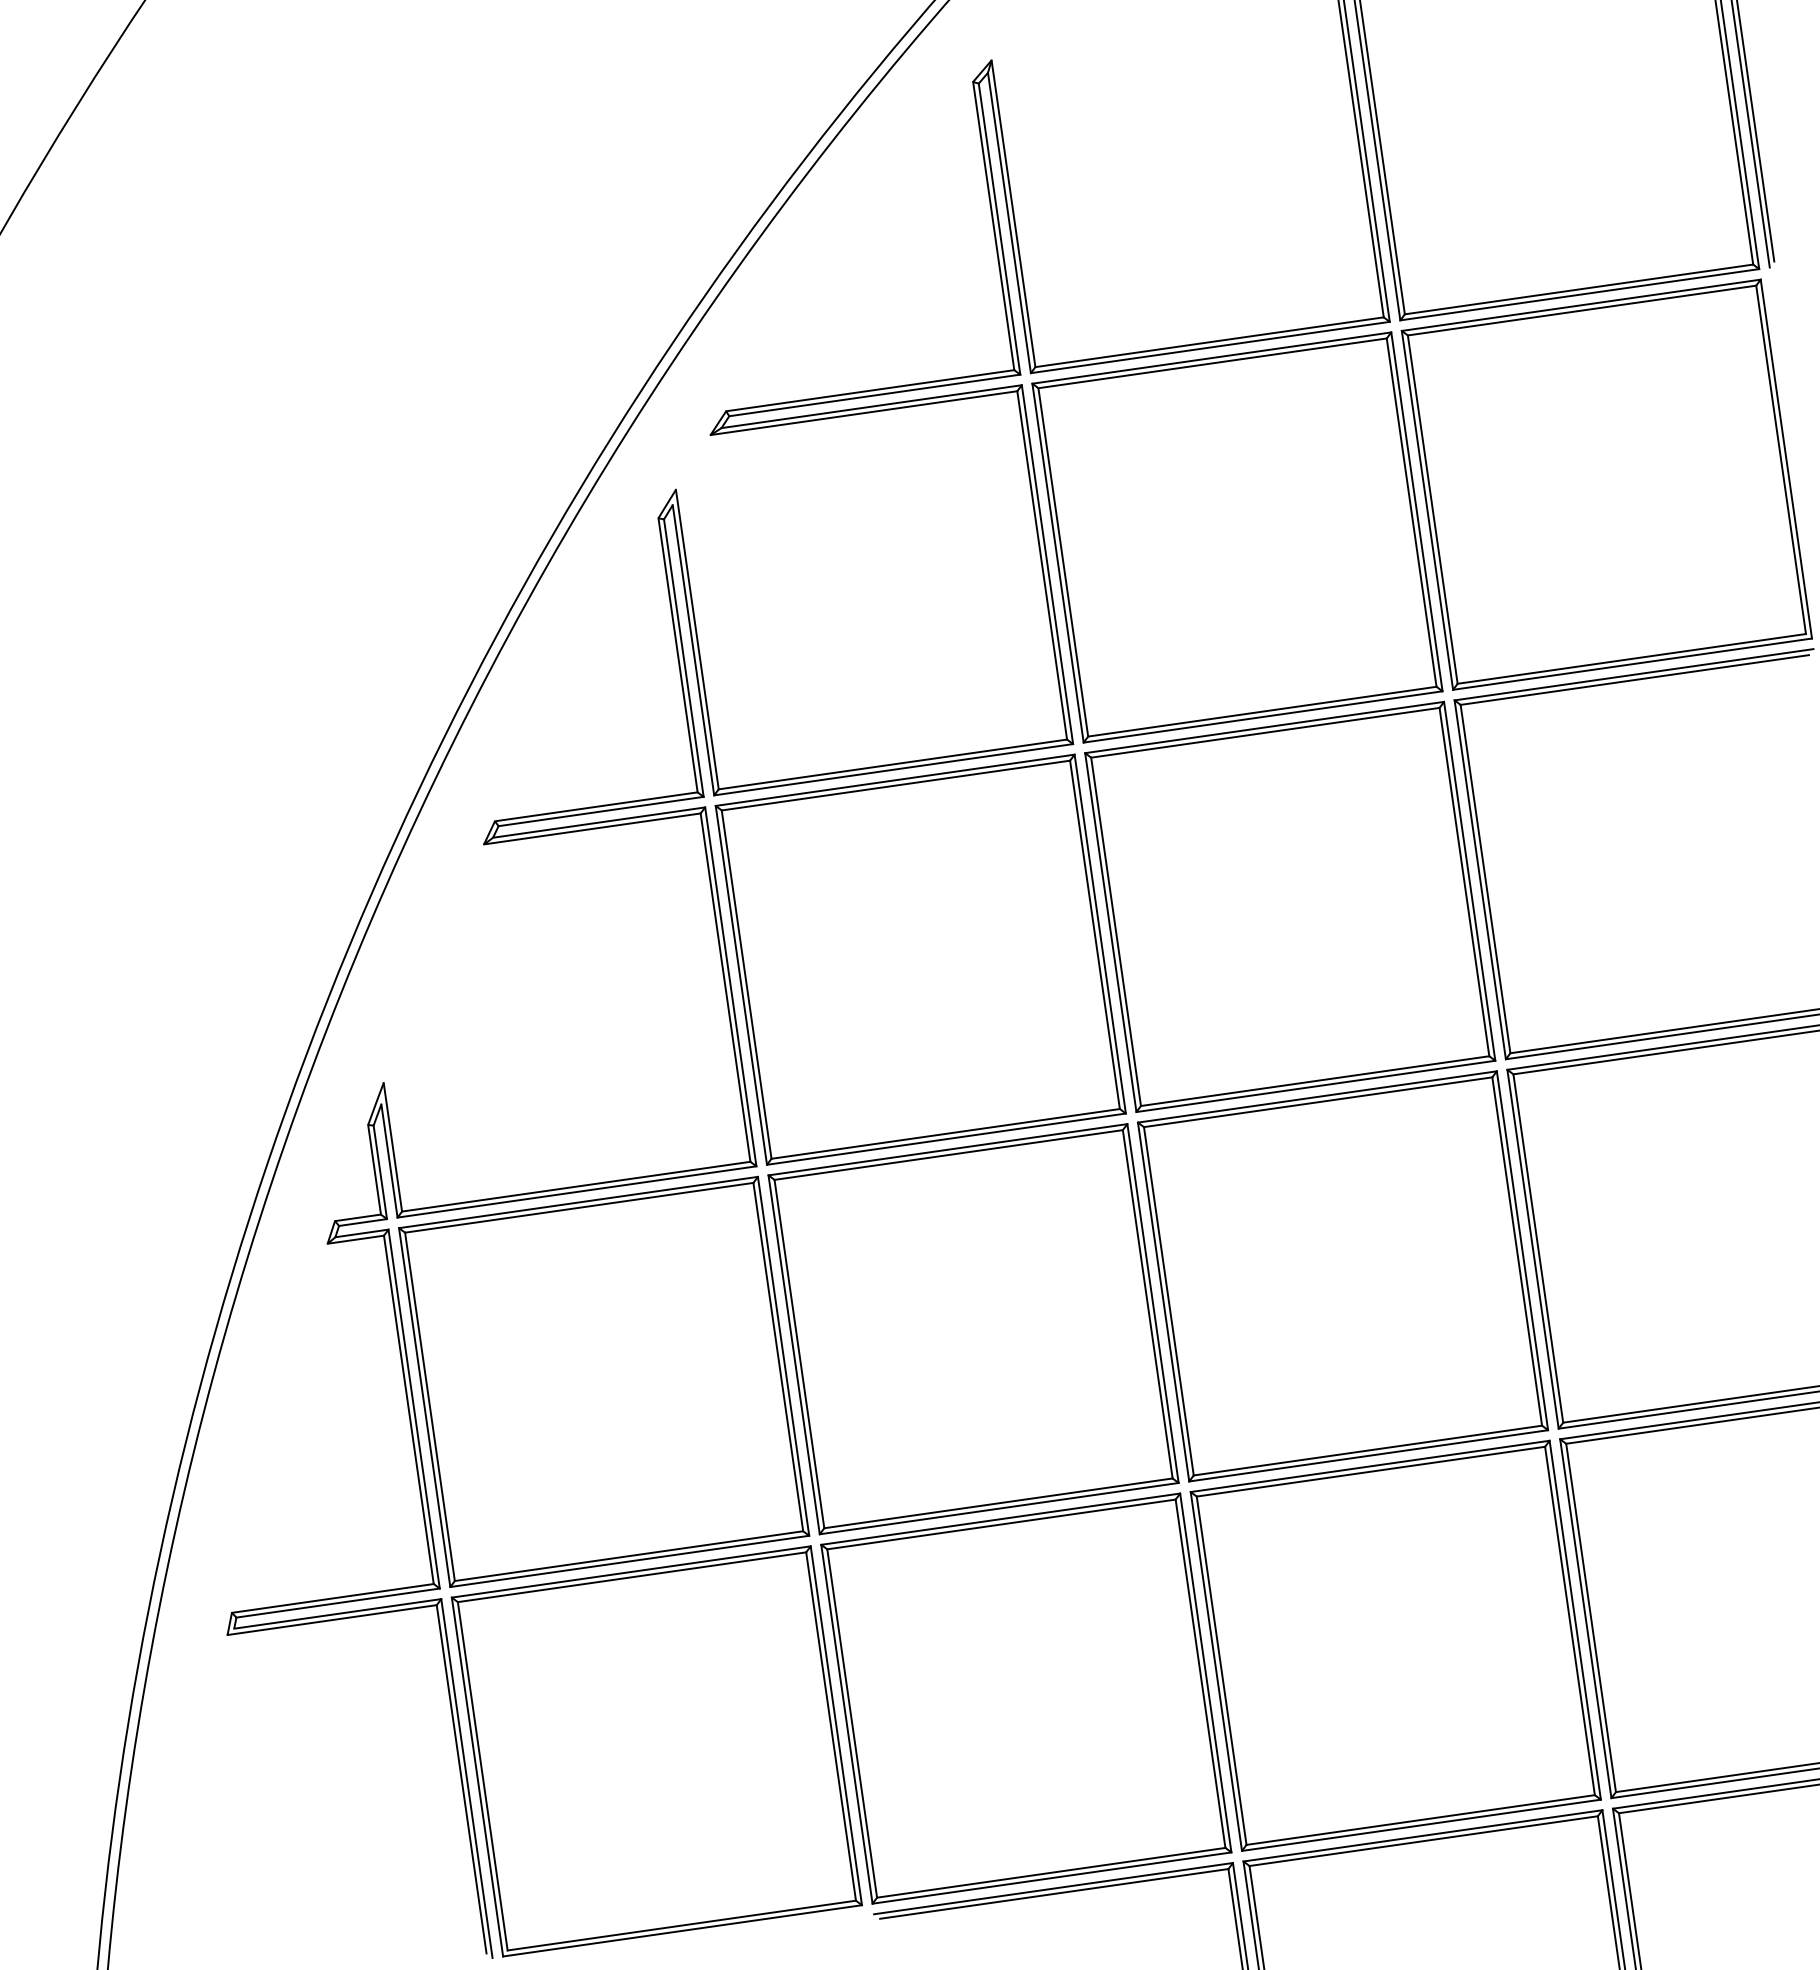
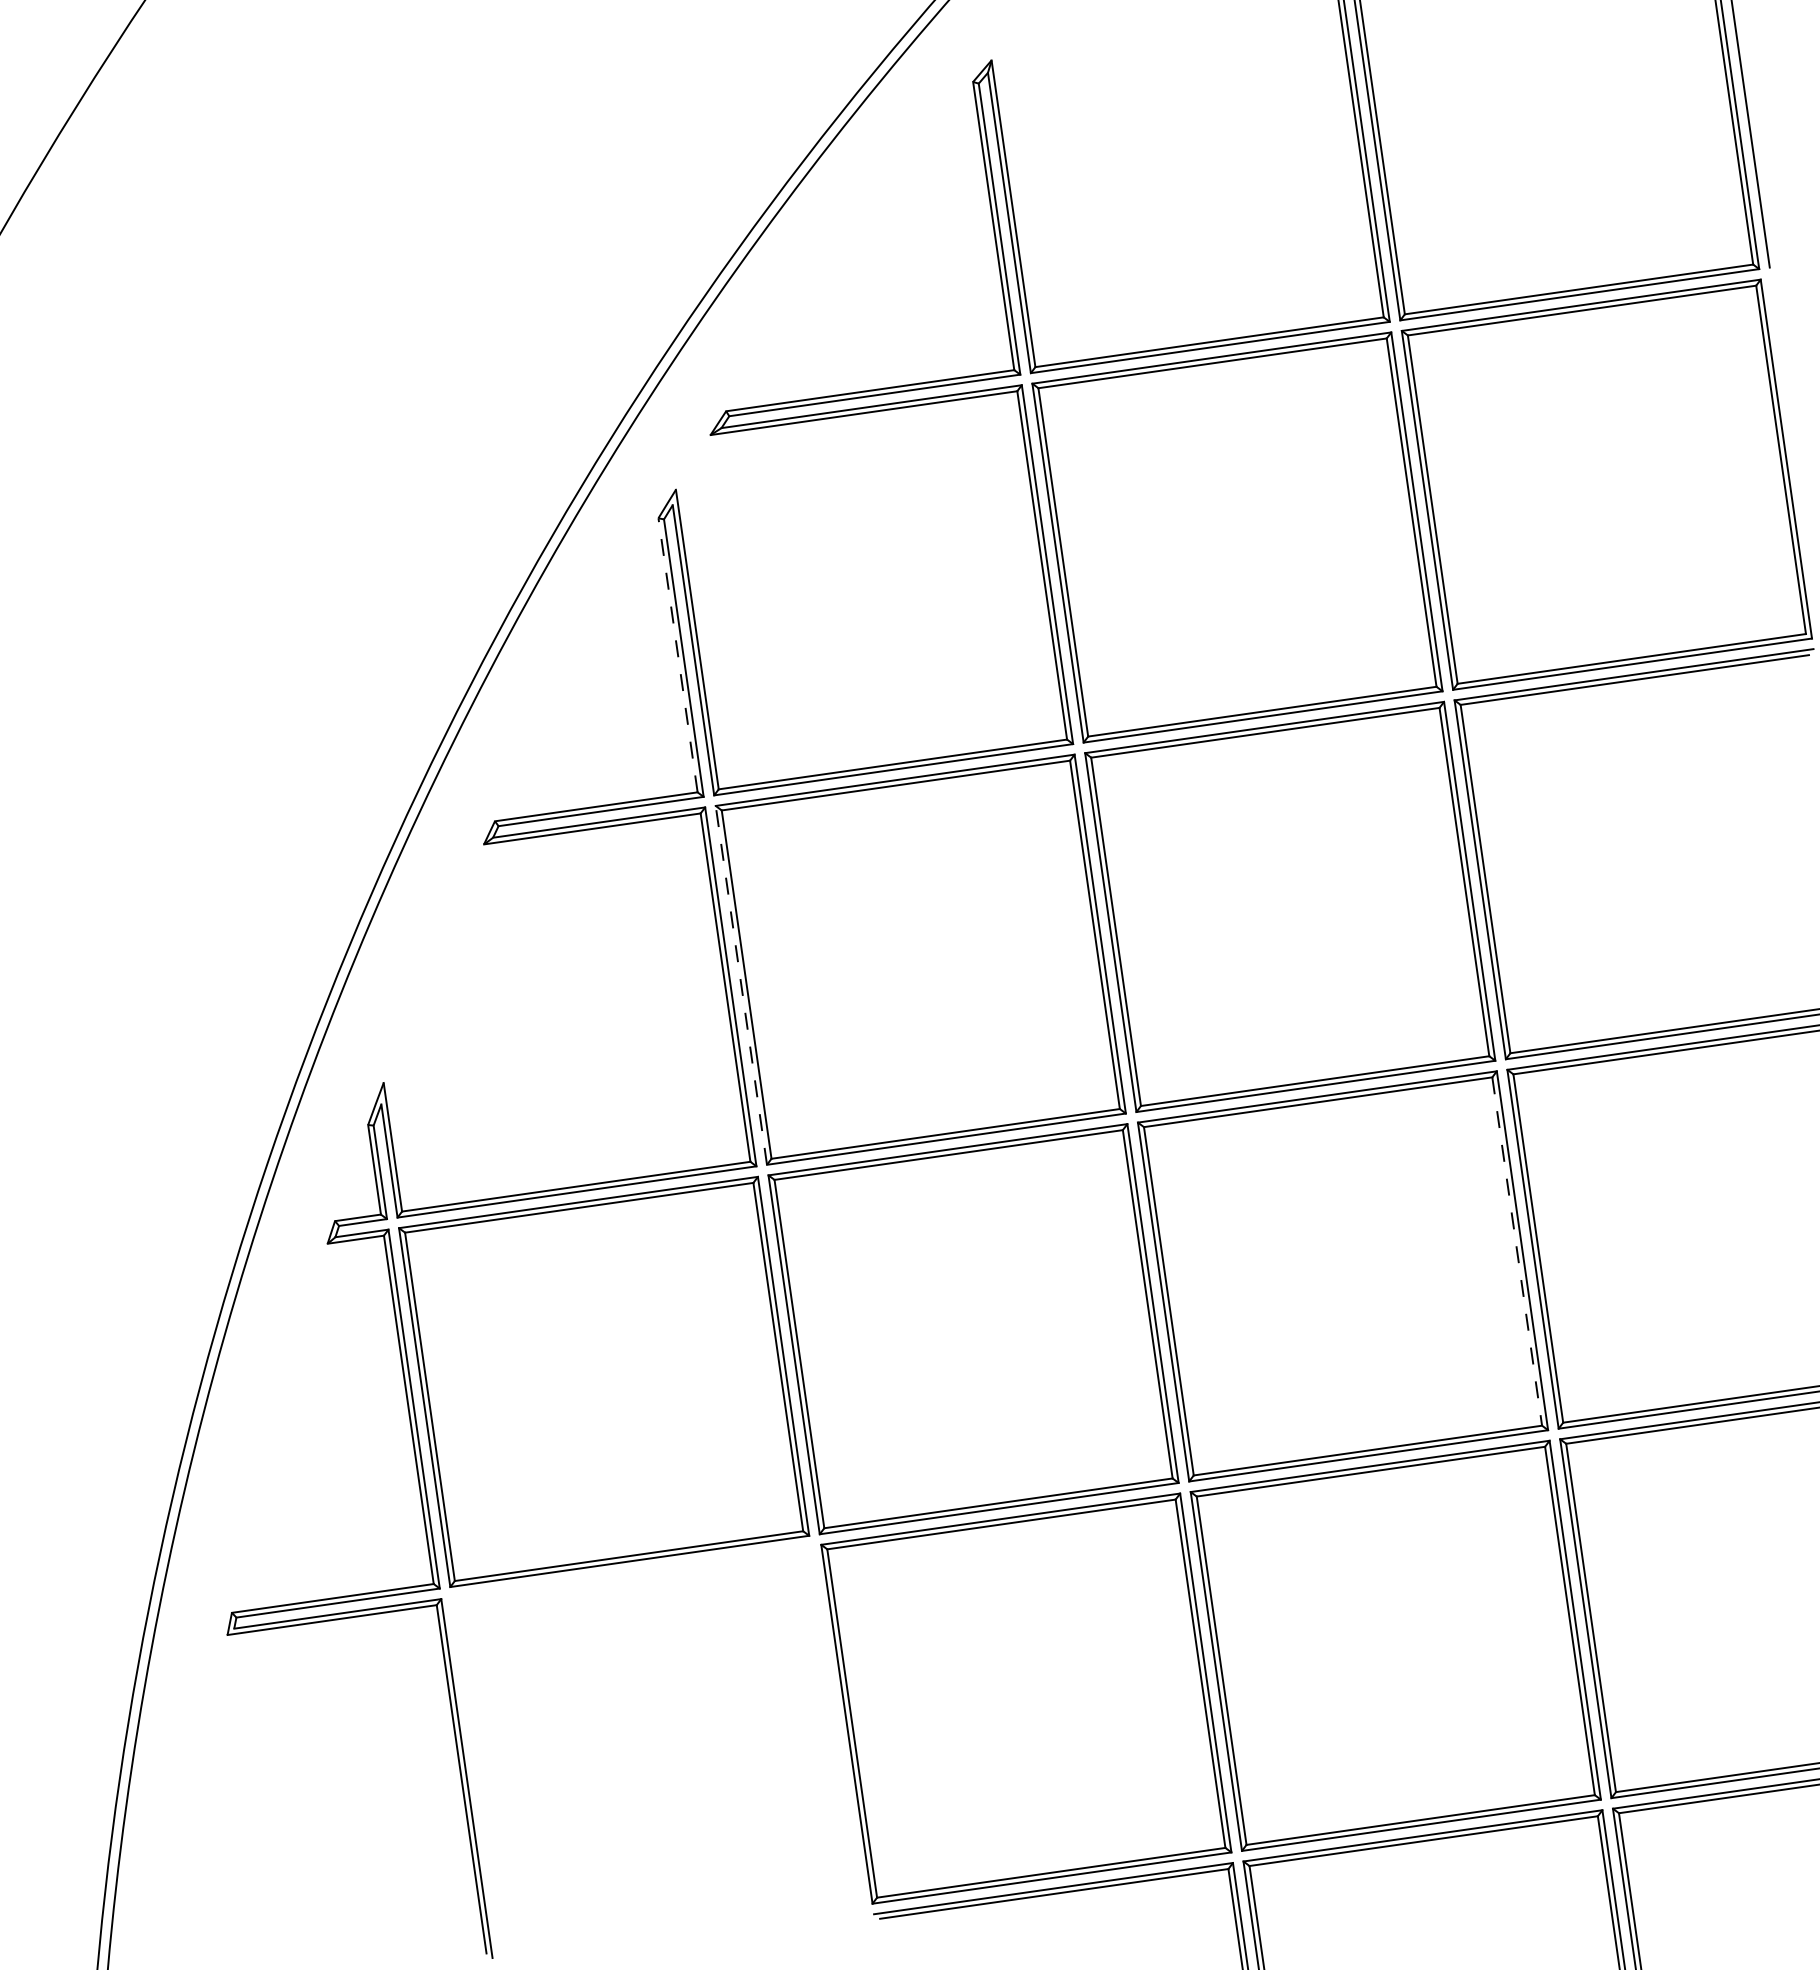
line at (1755, 131): present -> none
line at (677, 654): solid -> dashed
line at (741, 984): solid -> dashed
line at (1517, 1251): solid -> dashed
part at (656, 1751): present -> none
